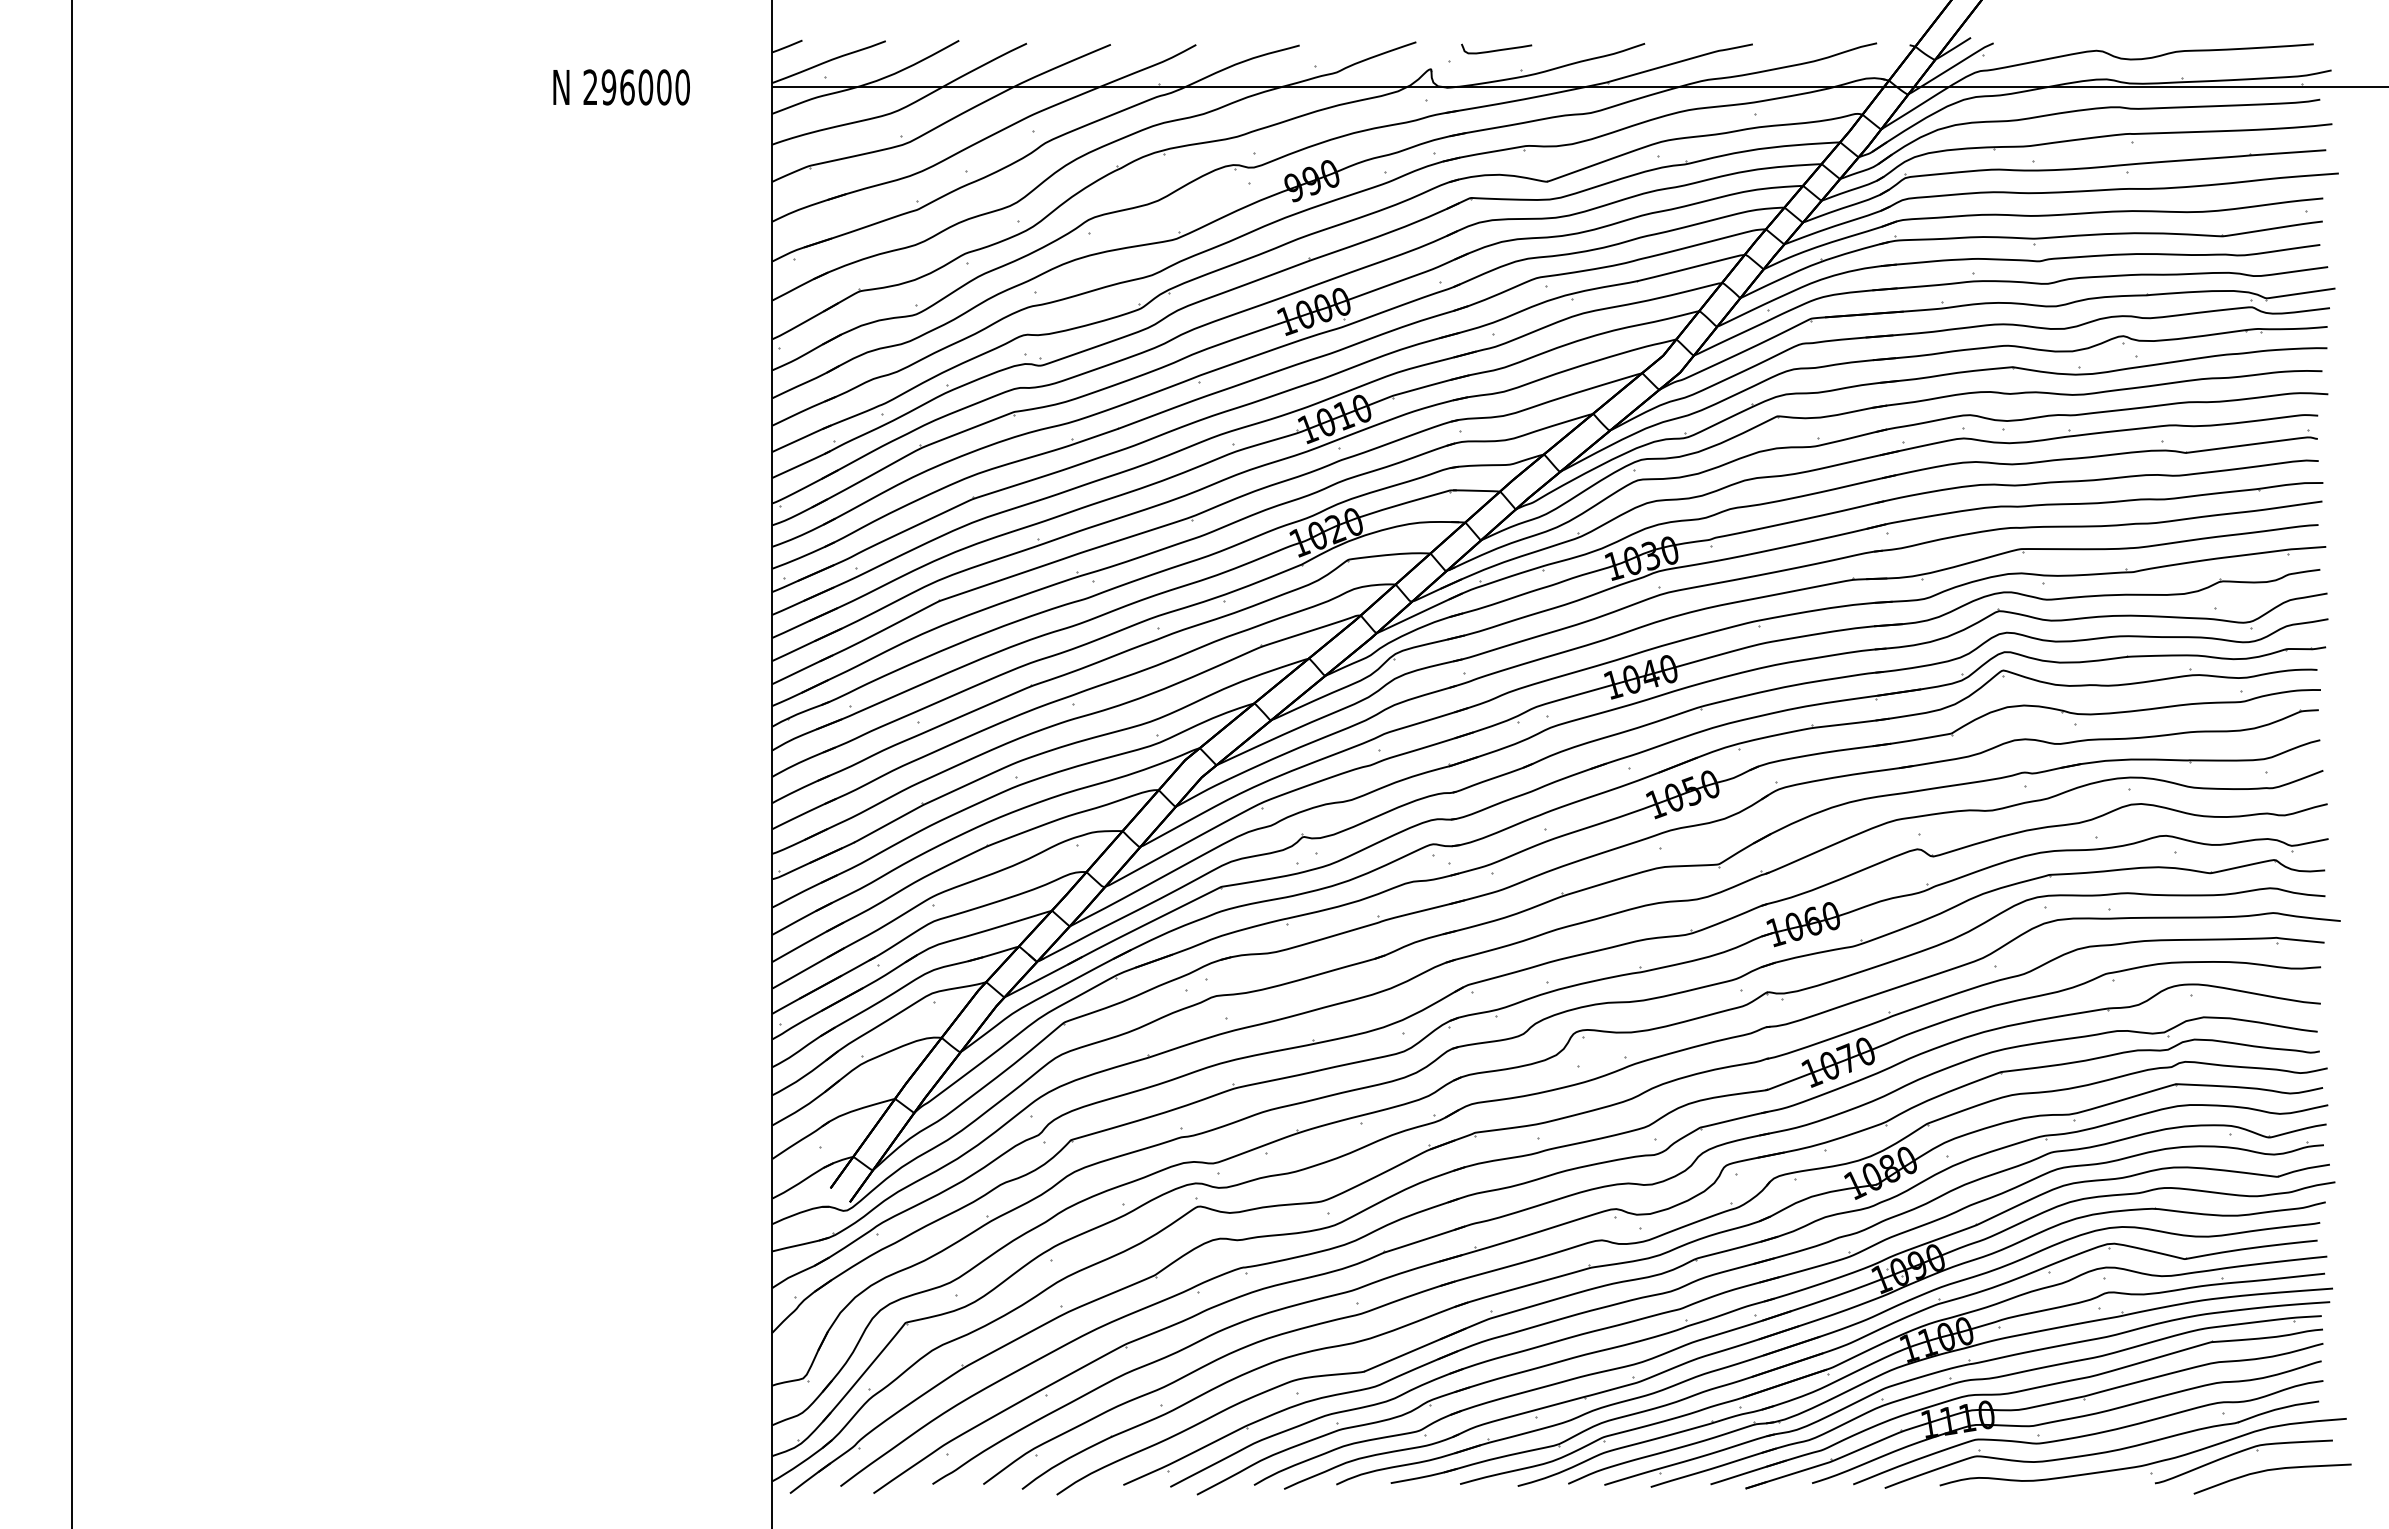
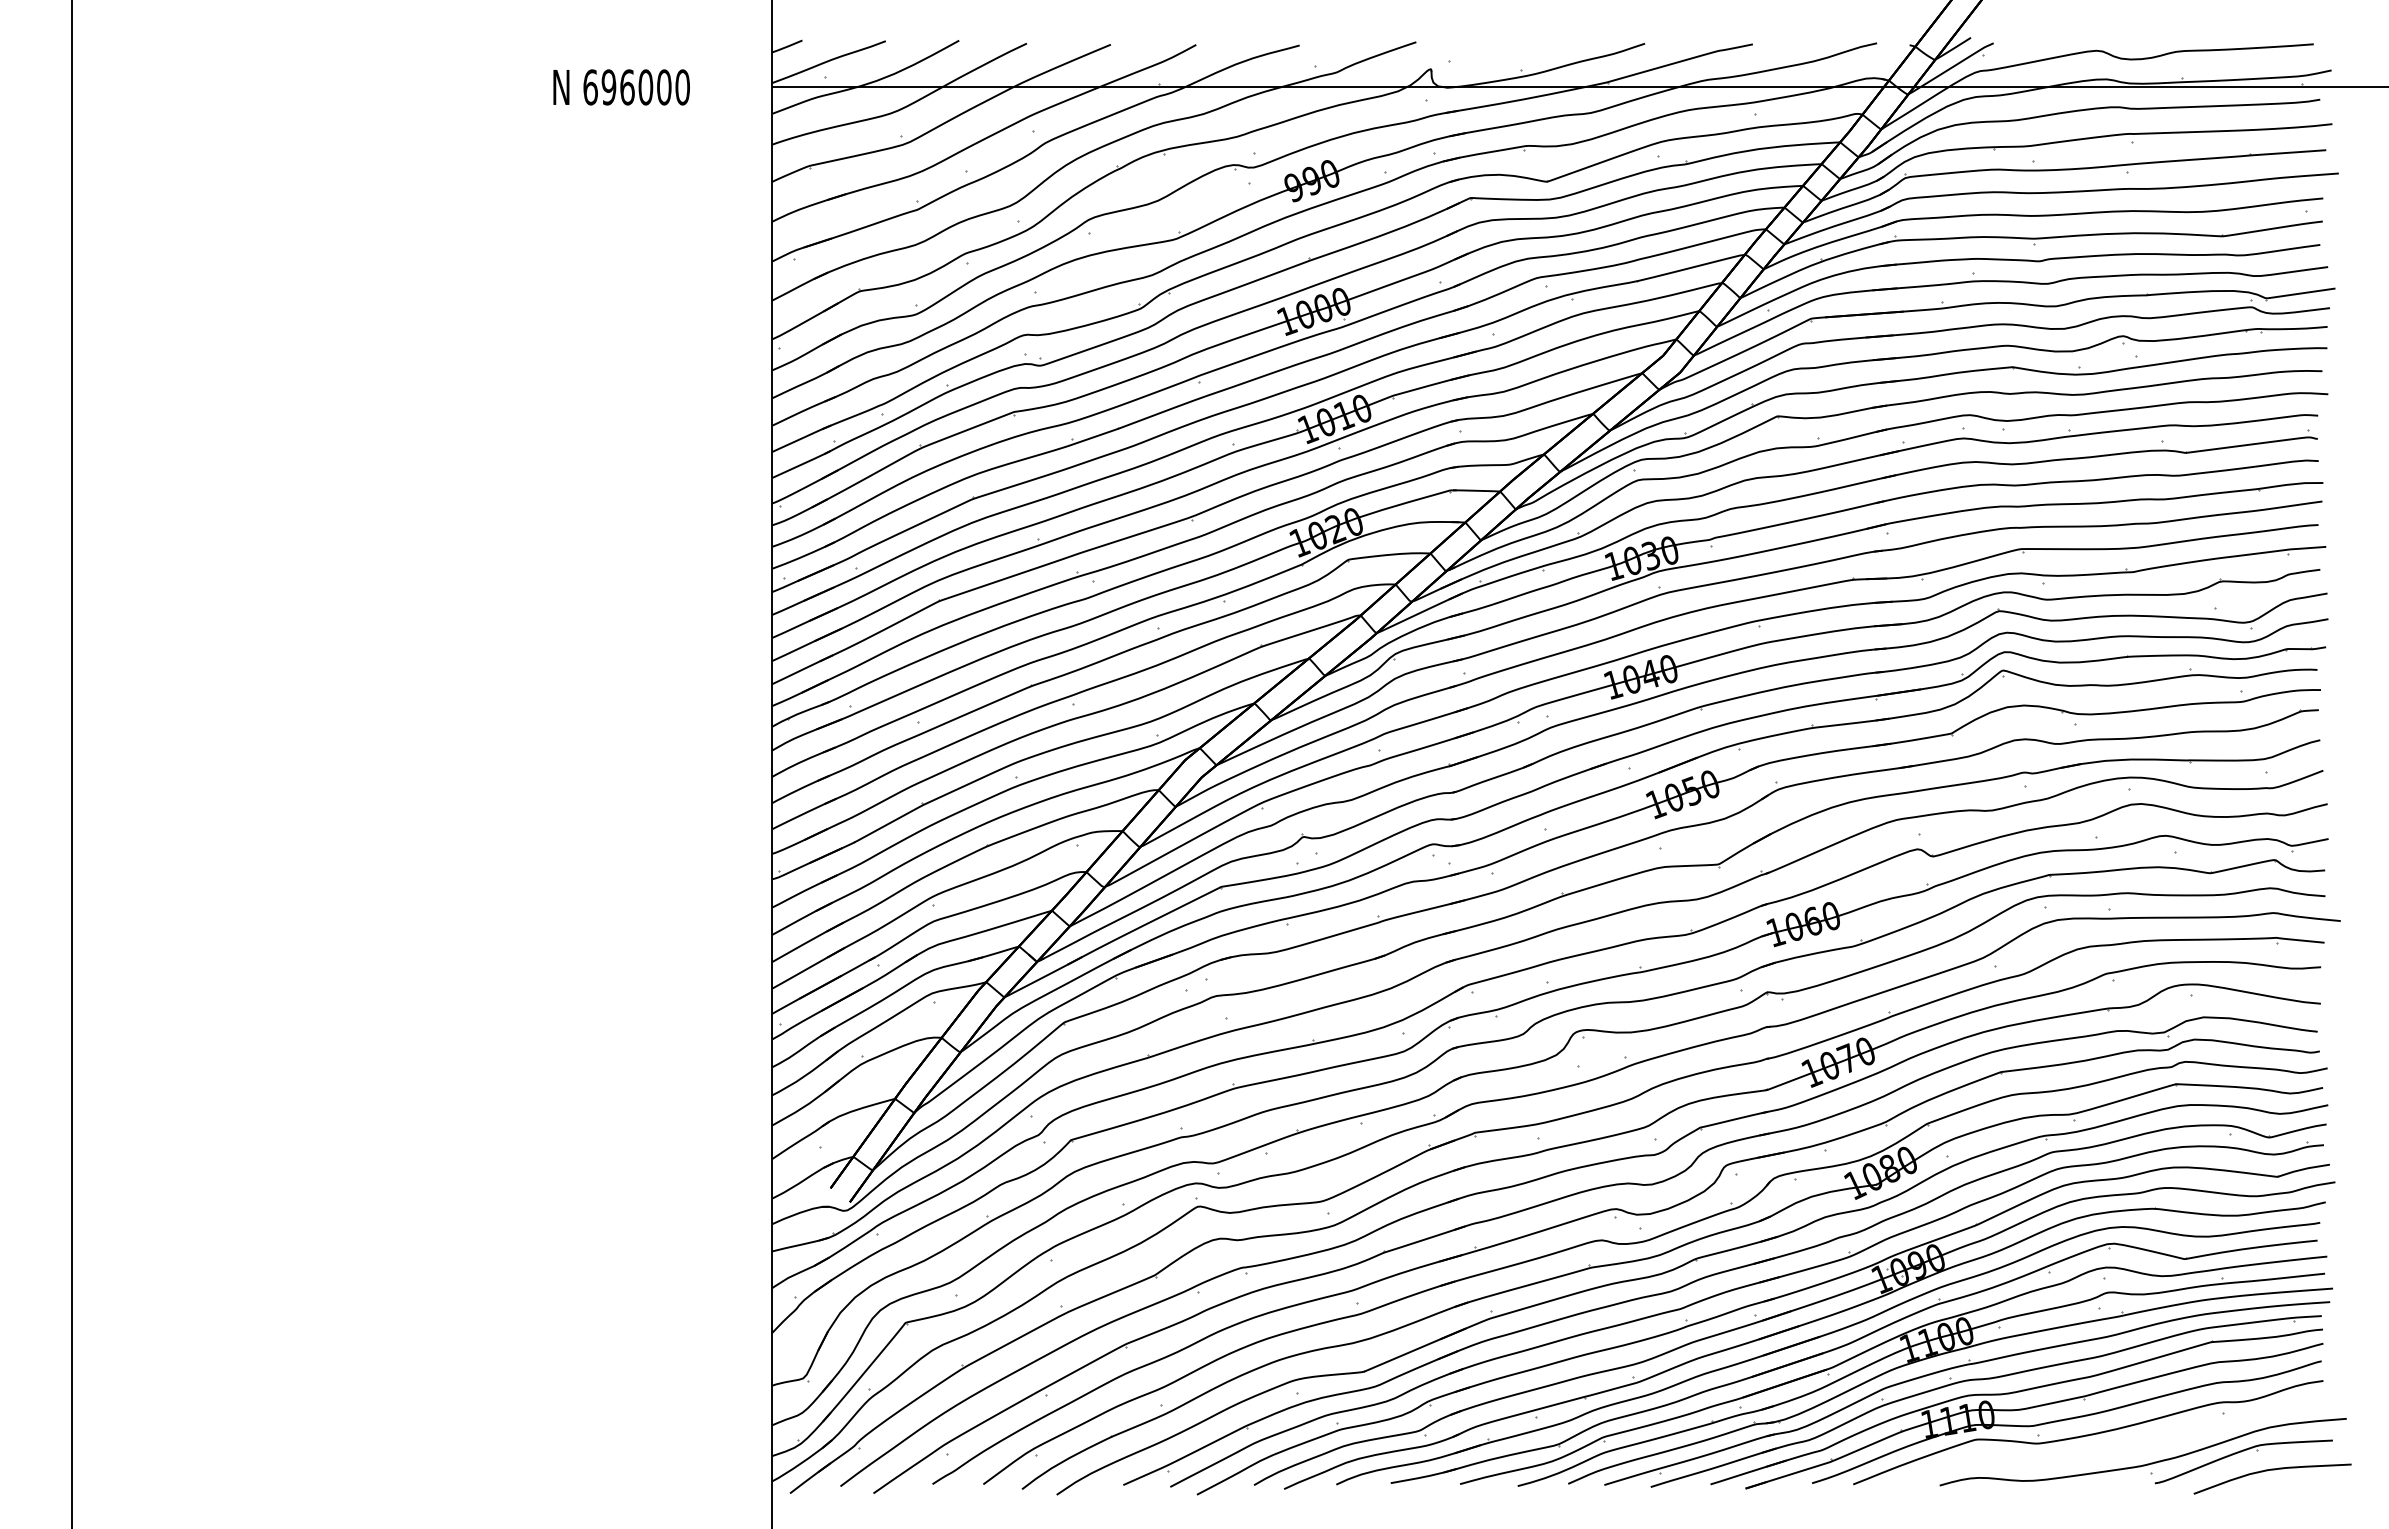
curve at (1496, 49): present -> none
text at (590, 87): 296000 -> 696000
part at (2103, 1451): present -> none
